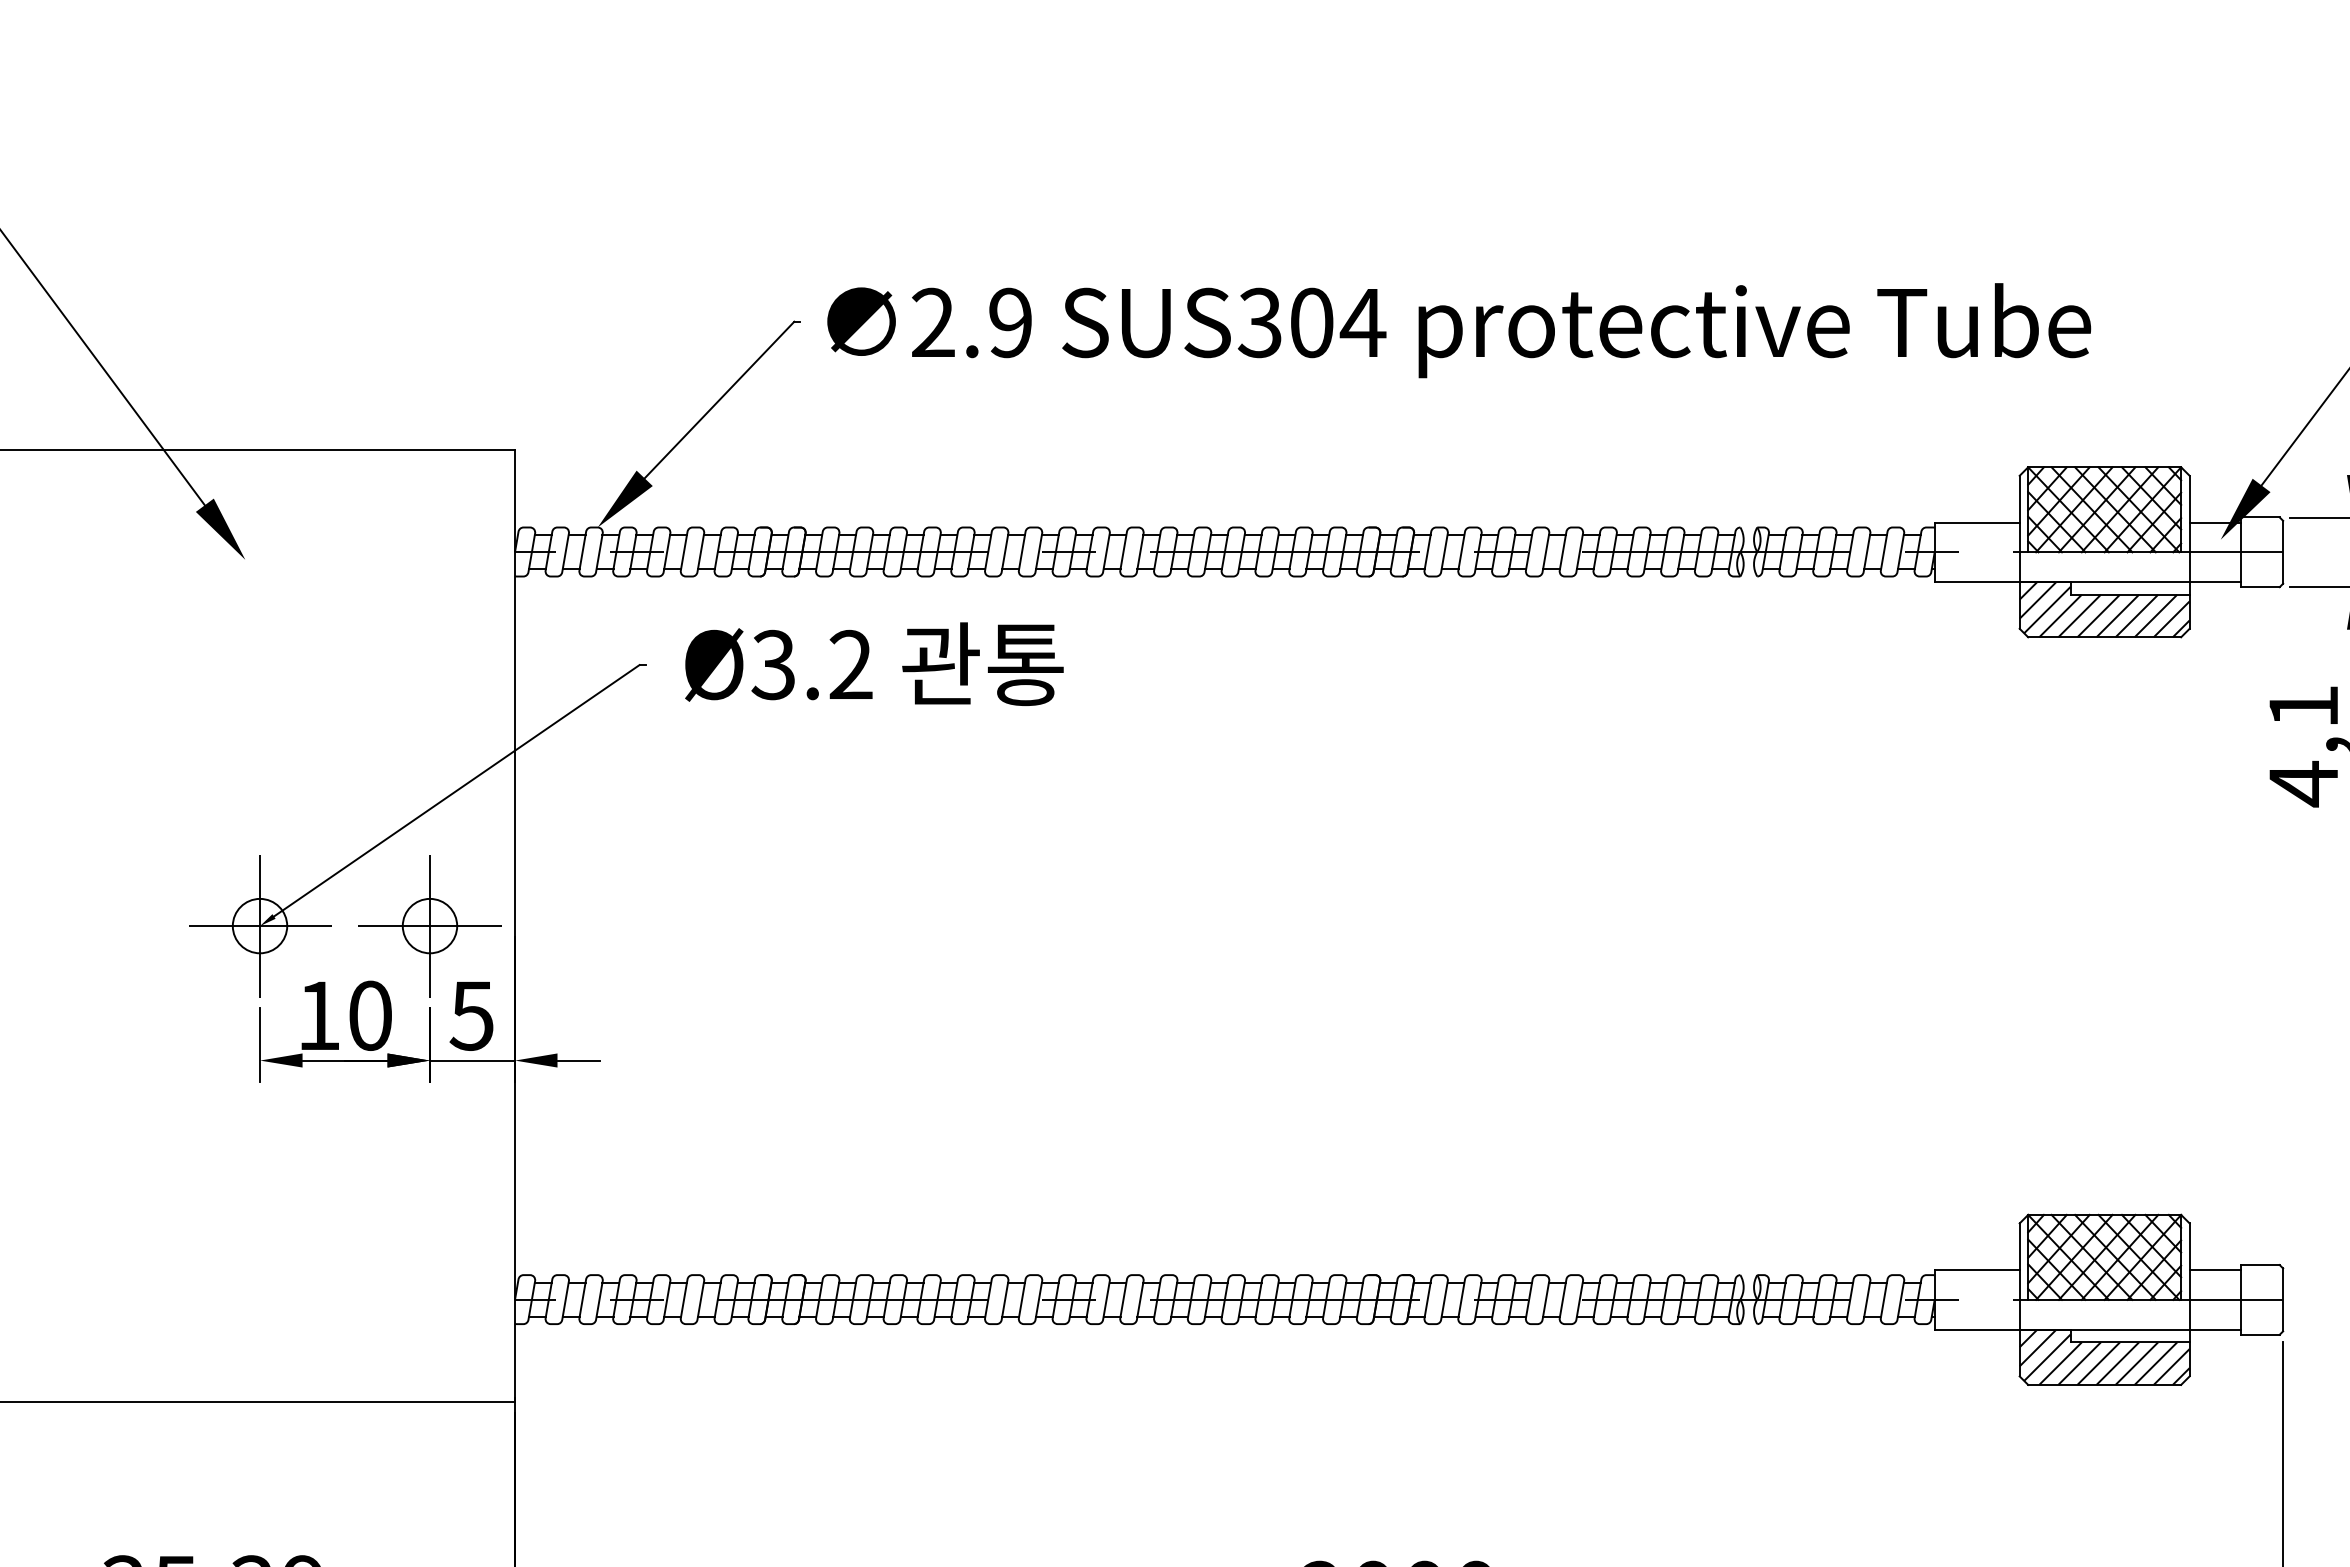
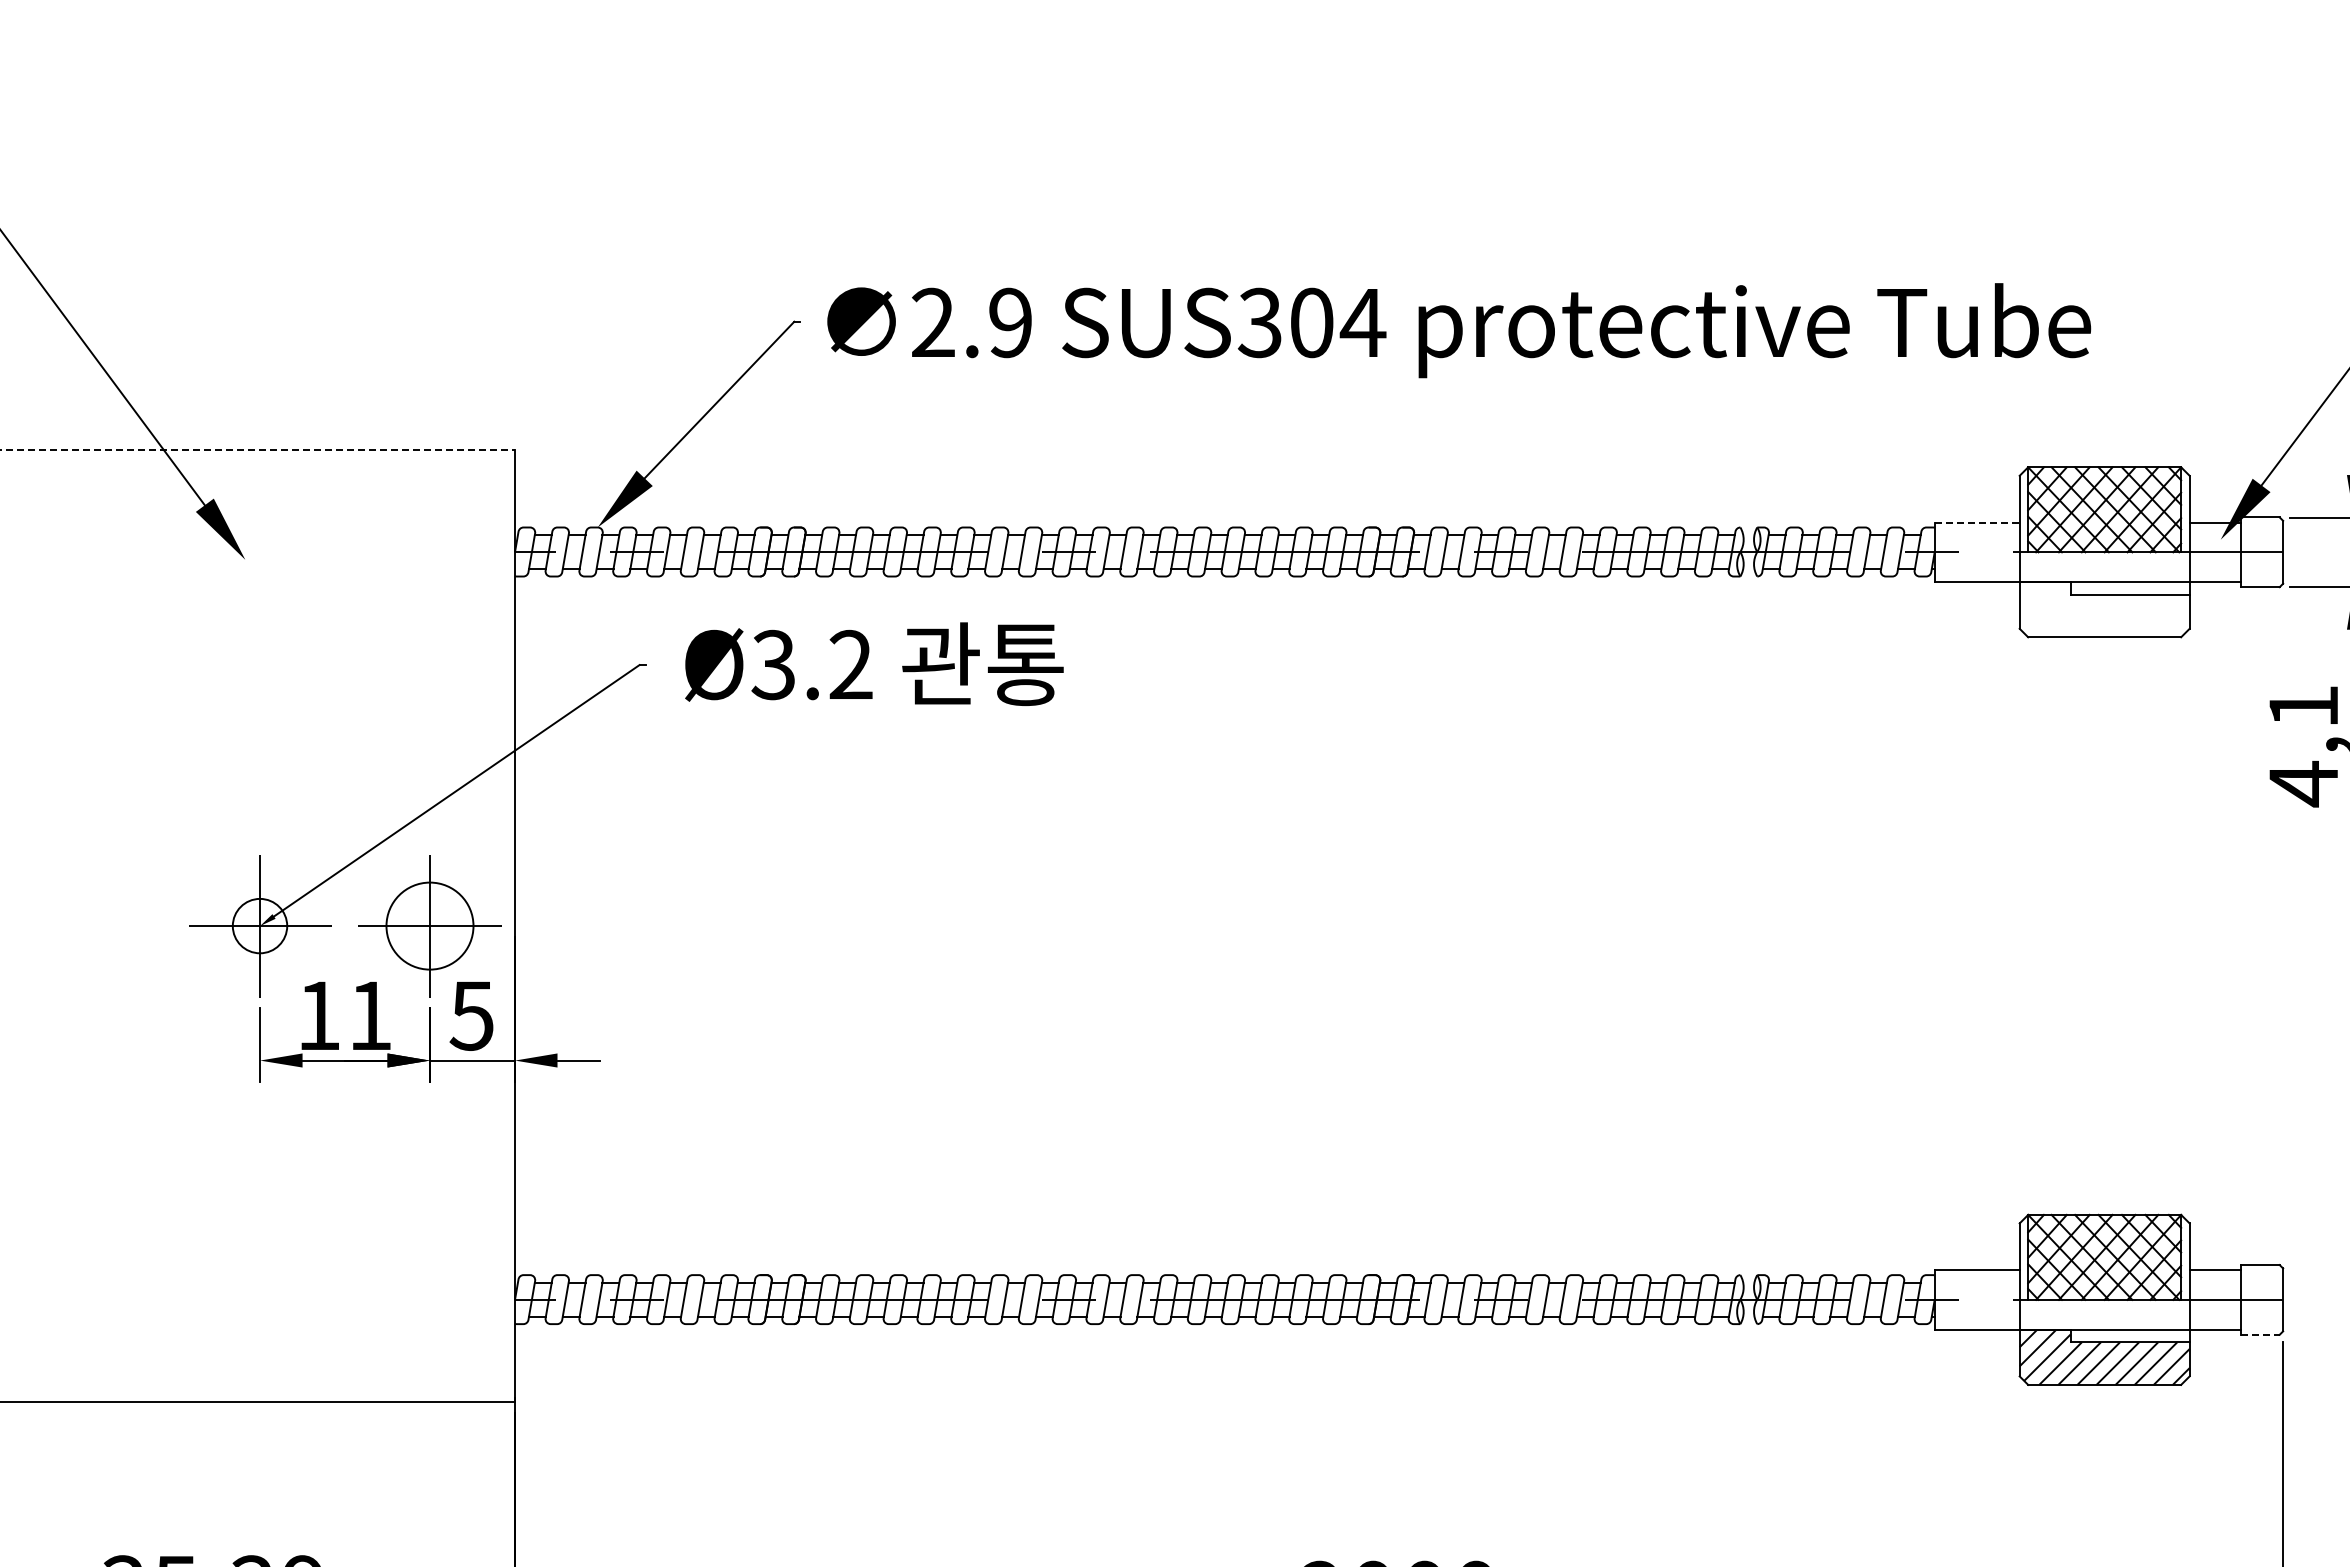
line at (258, 450): solid -> dashed
line at (1977, 522): solid -> dashed
hatch at (2104, 609): present -> none
circle at (429, 925) diameter: 54 px -> 87 px
text at (370, 1015): 10 -> 11
line at (2260, 1334): solid -> dashed
